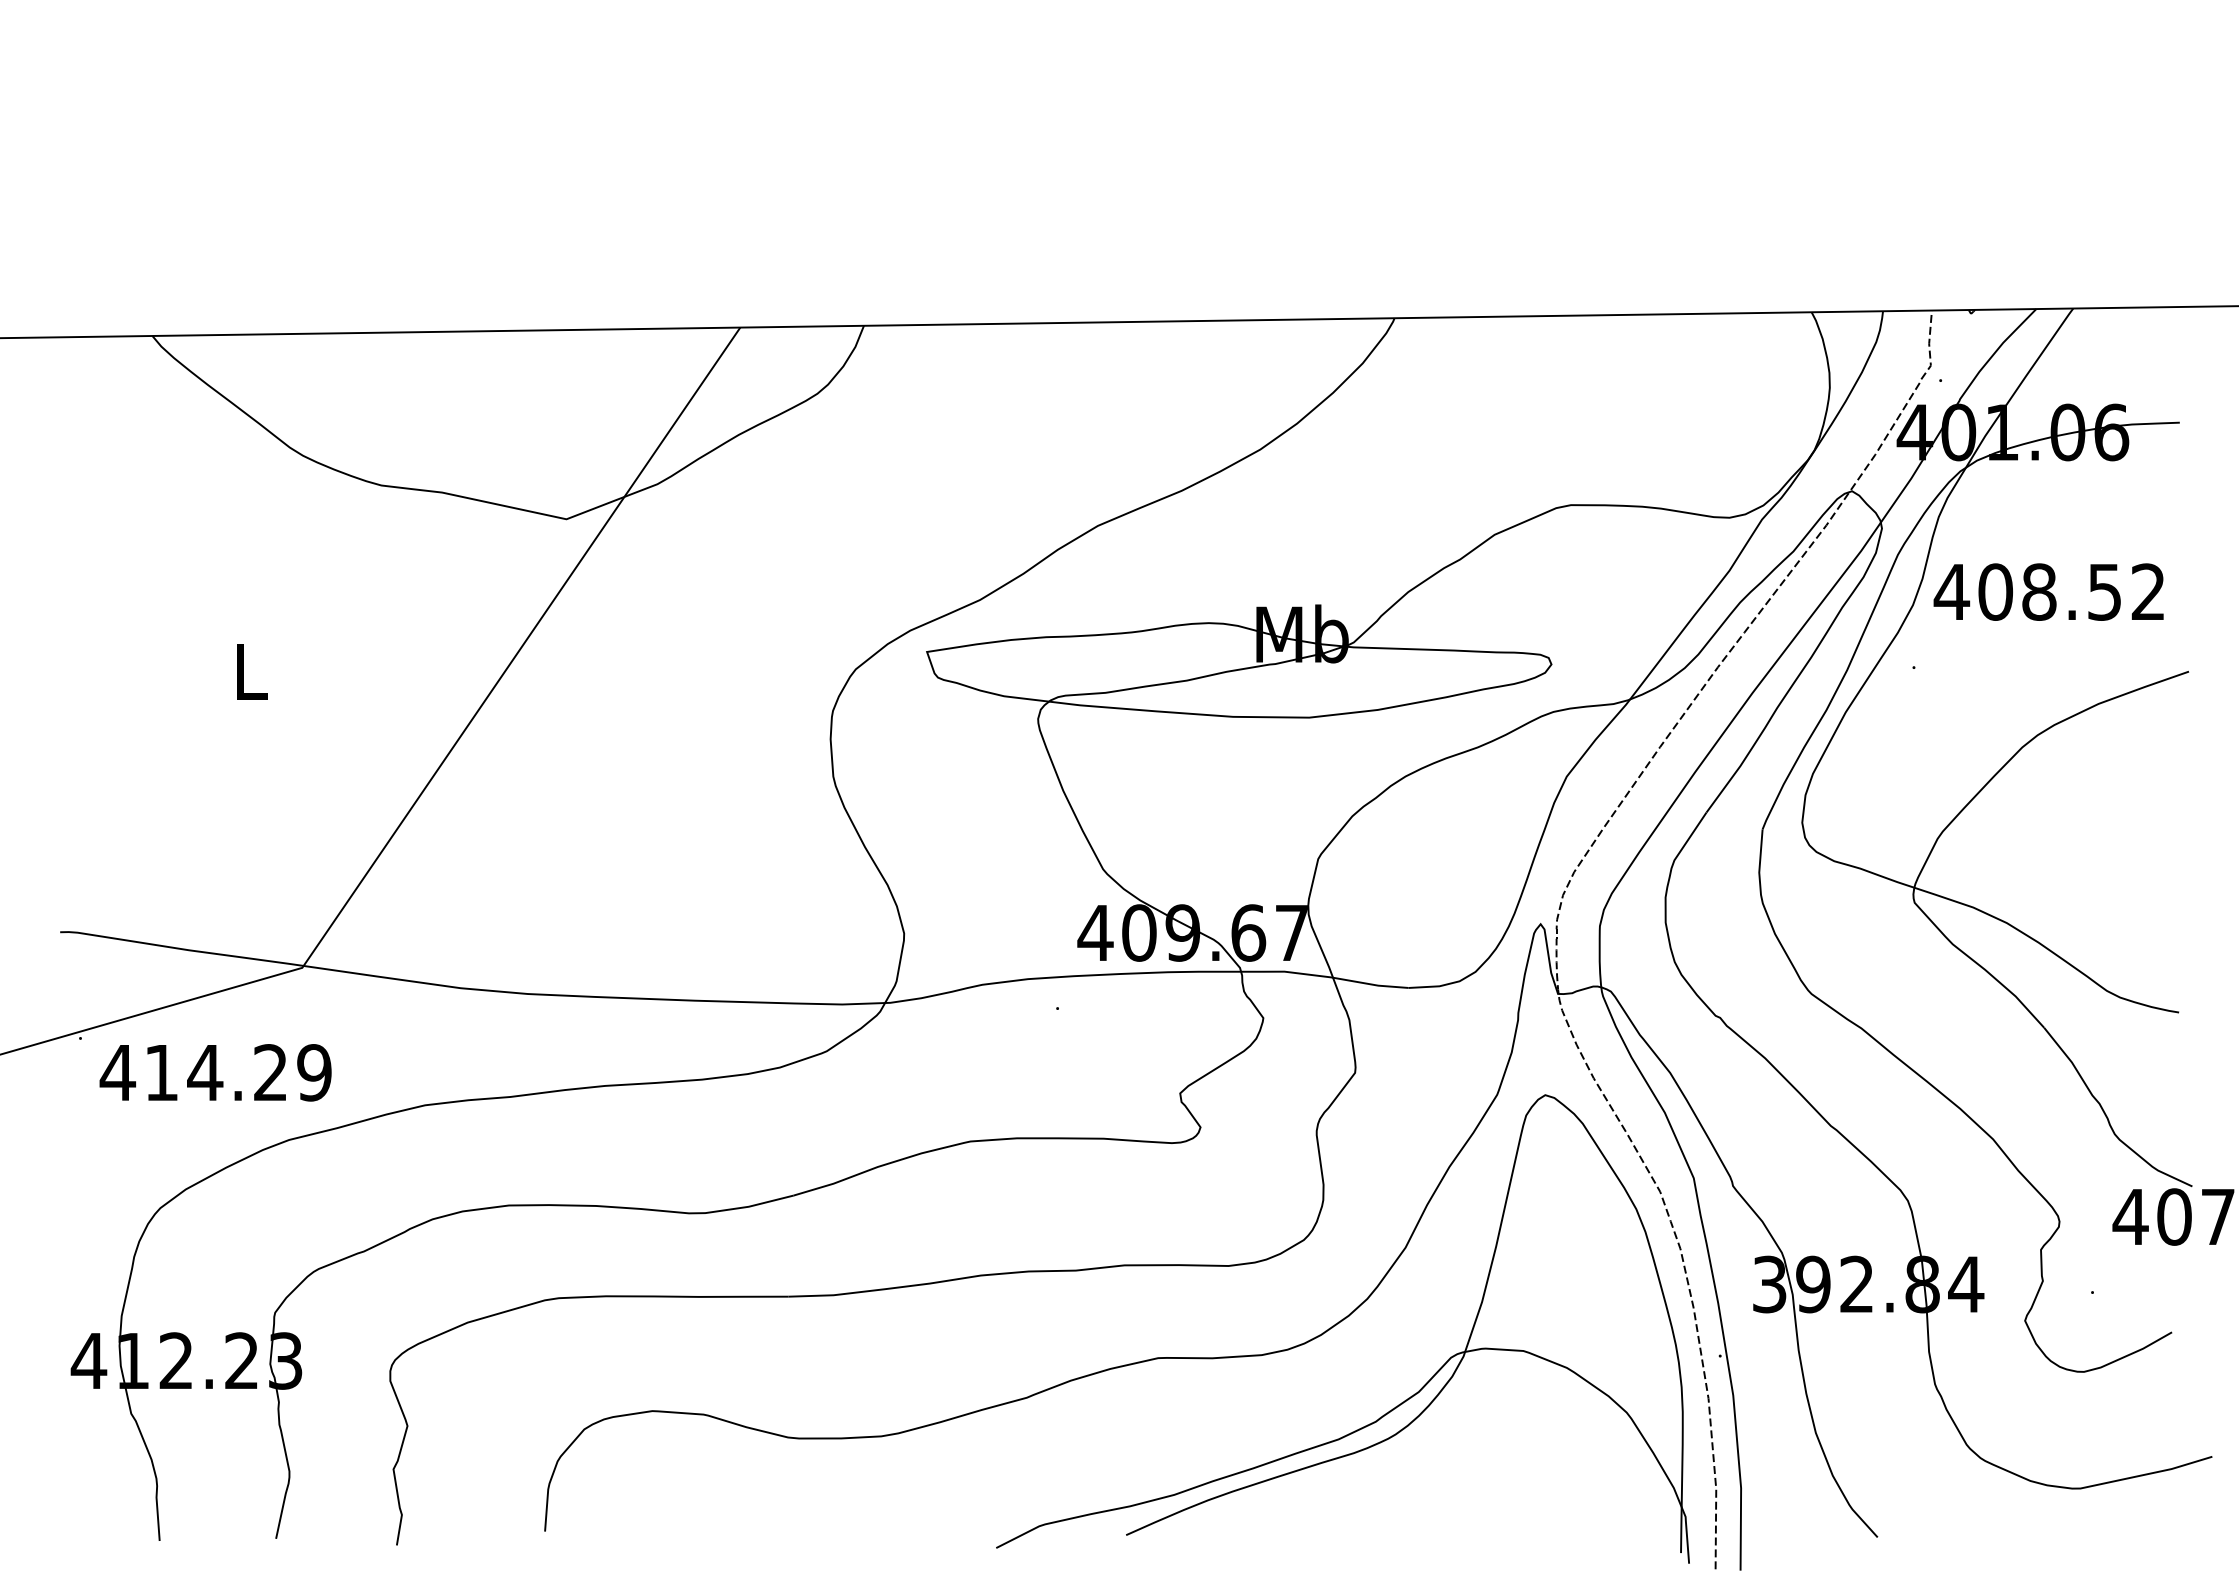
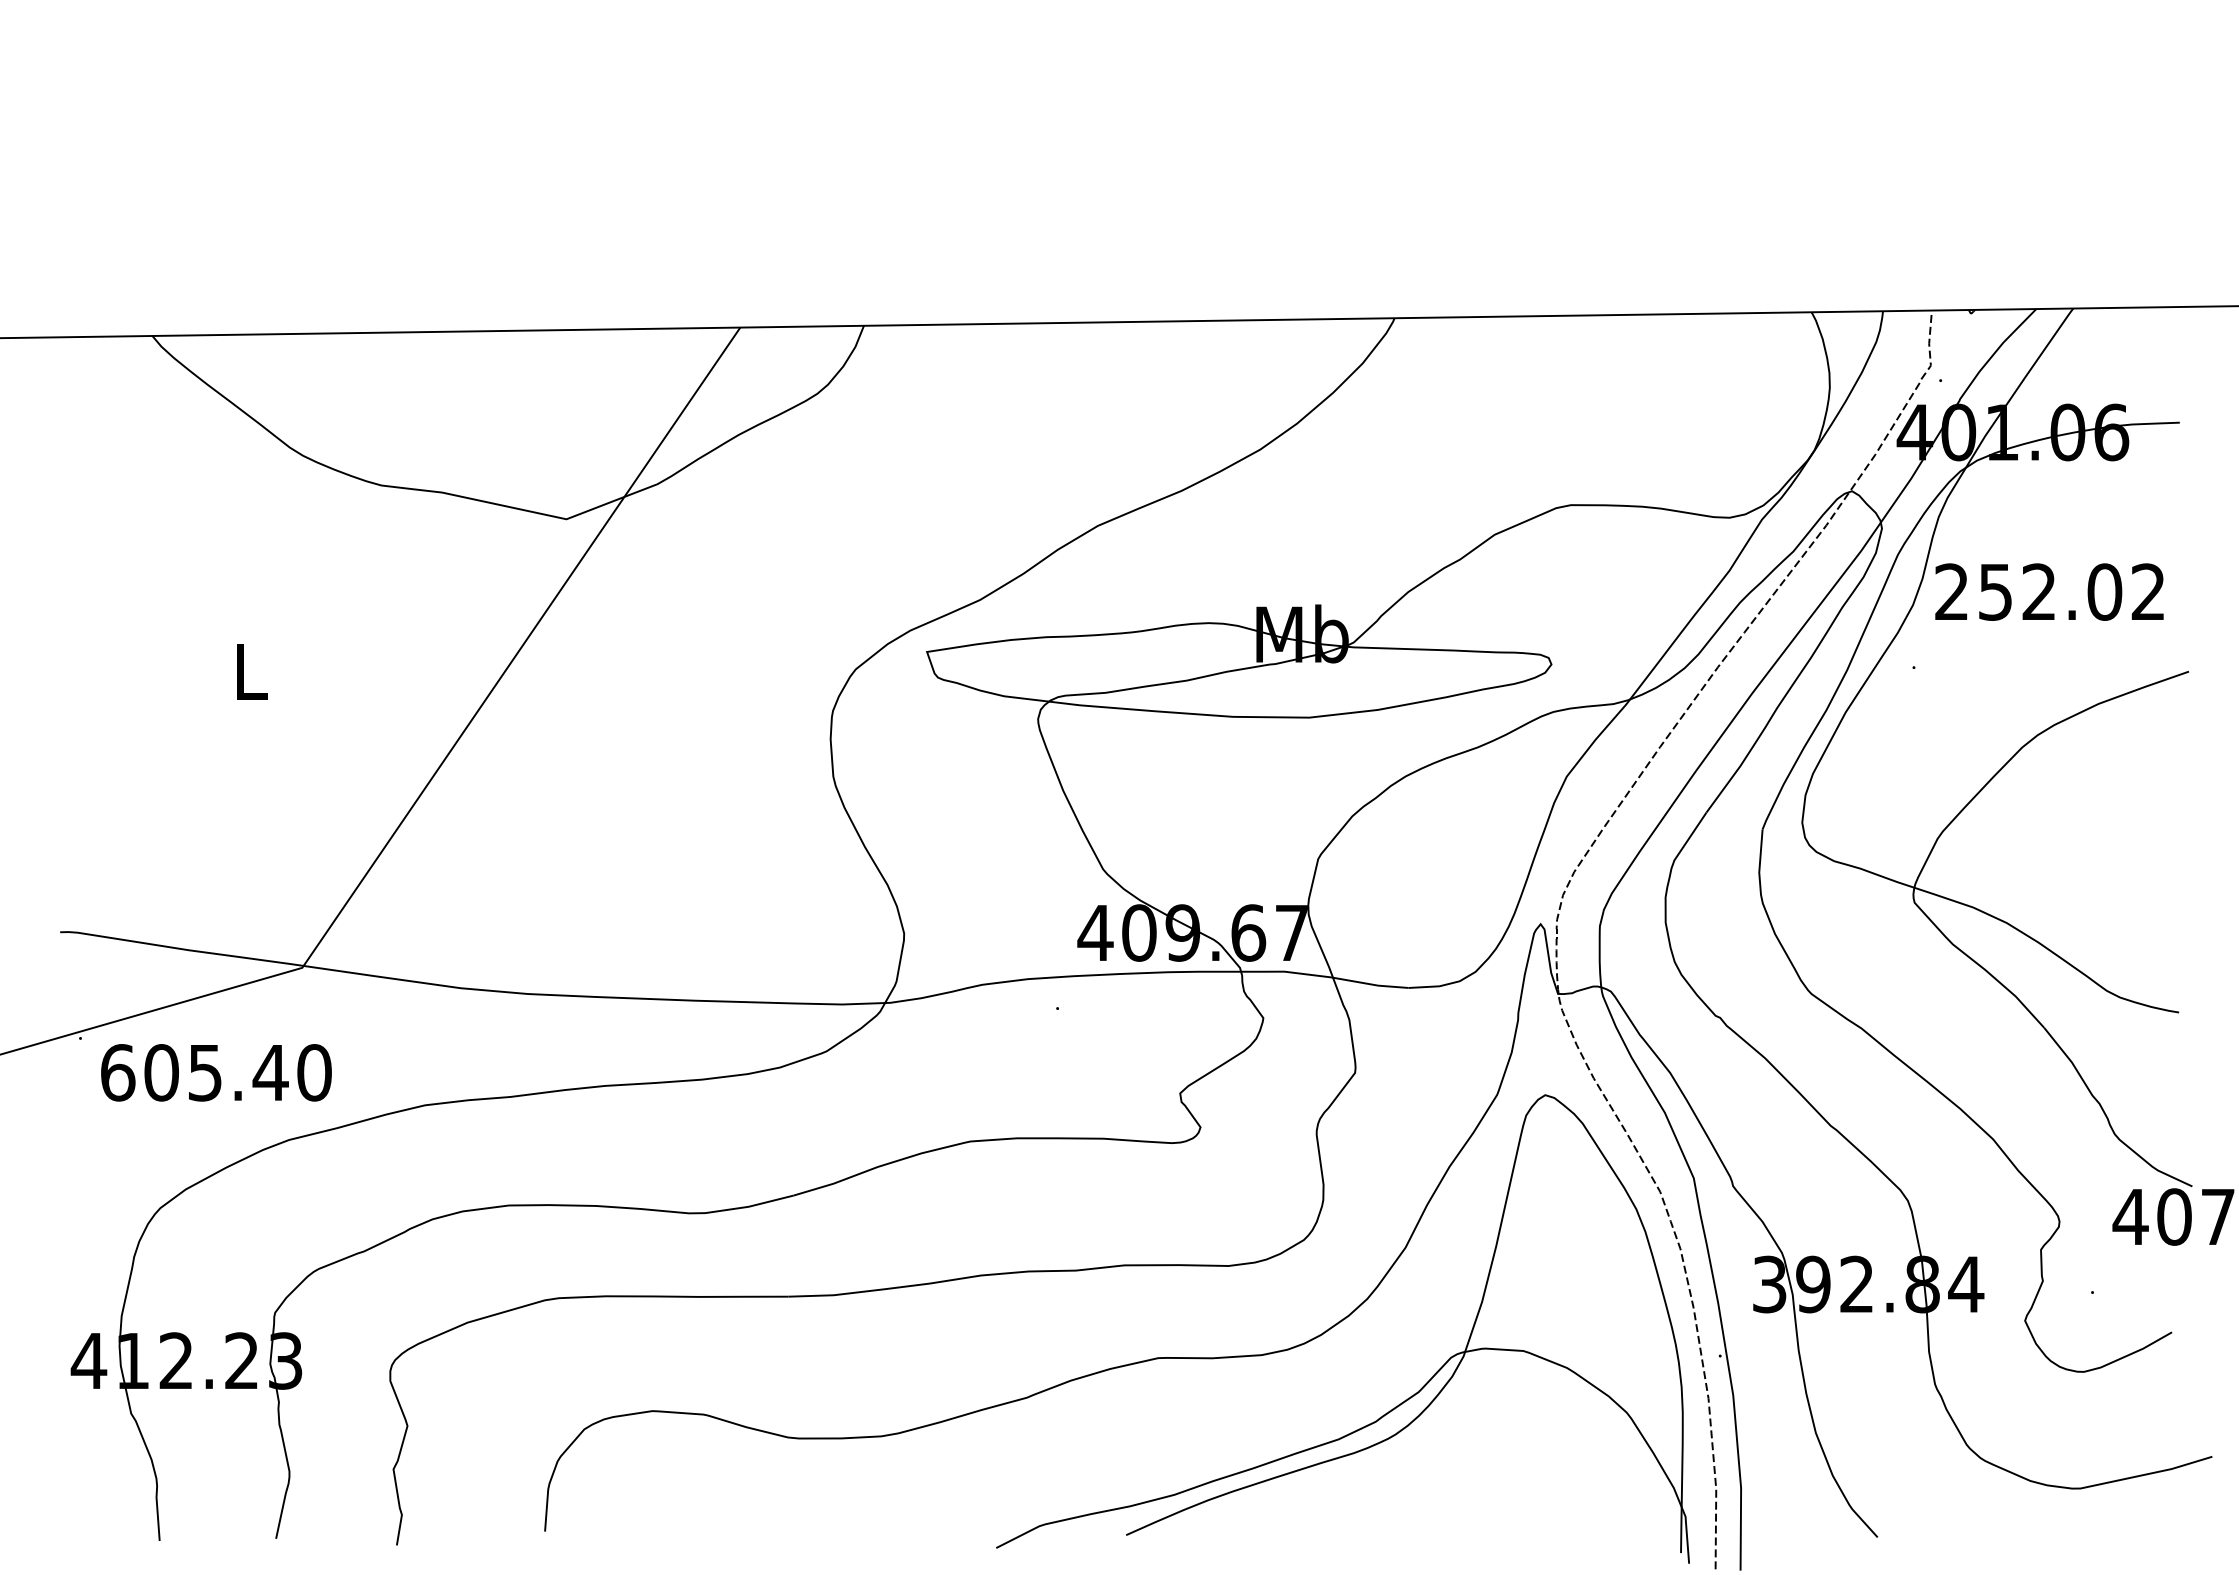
text at (2027, 591): 408.52 -> 252.02
text at (215, 1072): 414.29 -> 605.40
